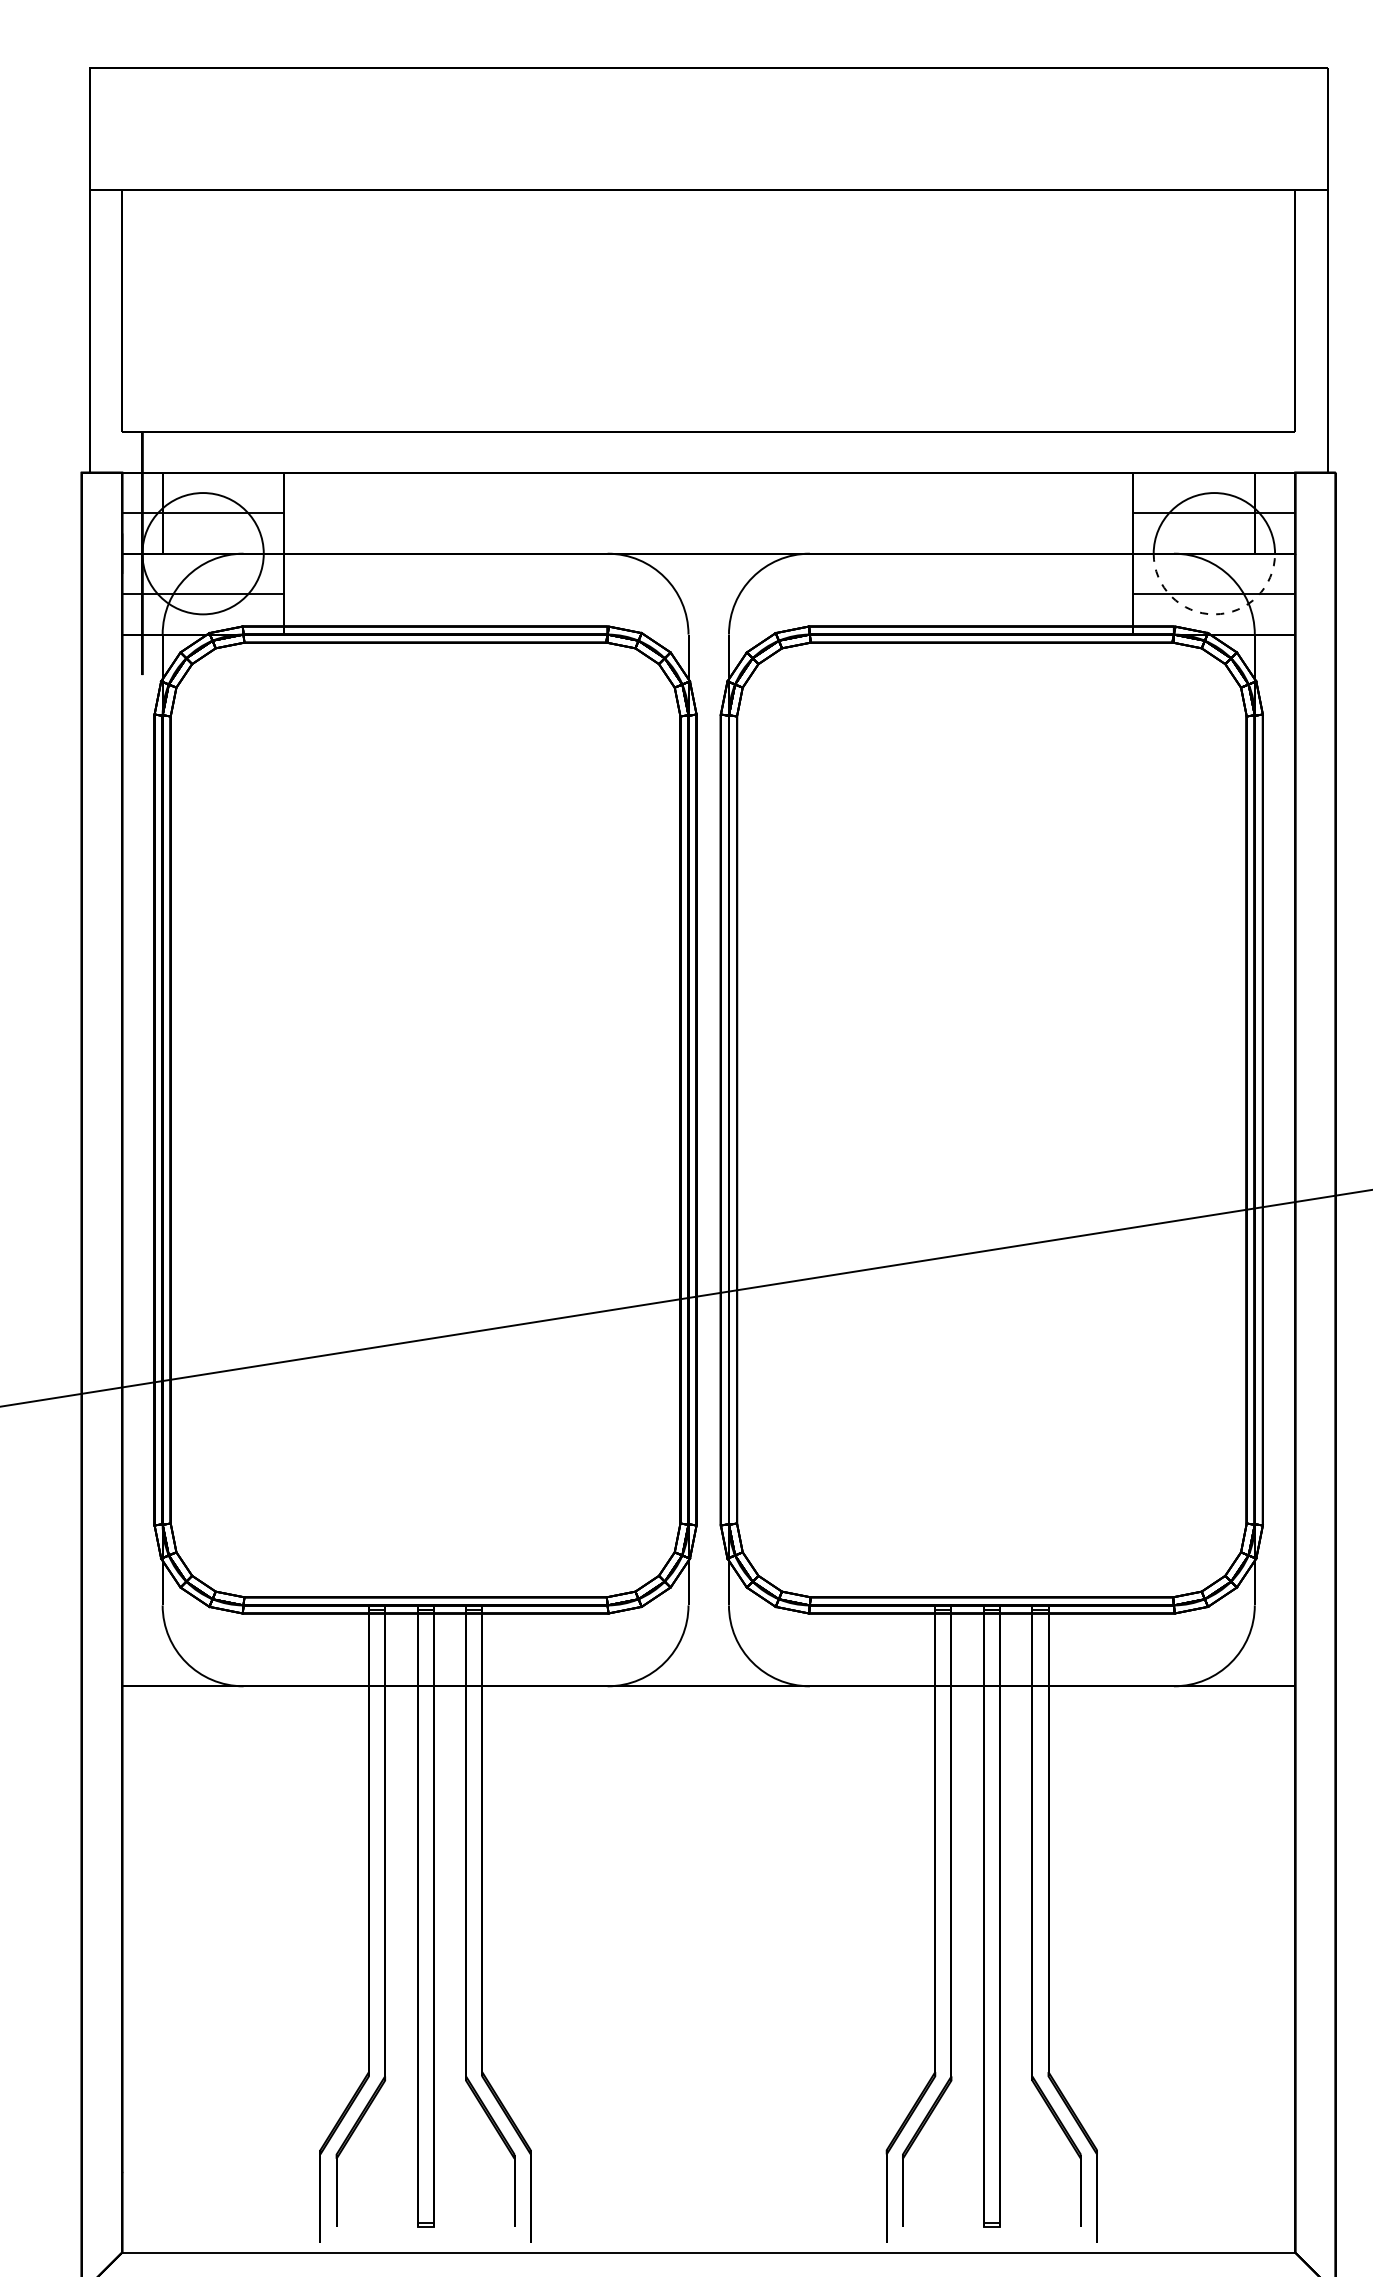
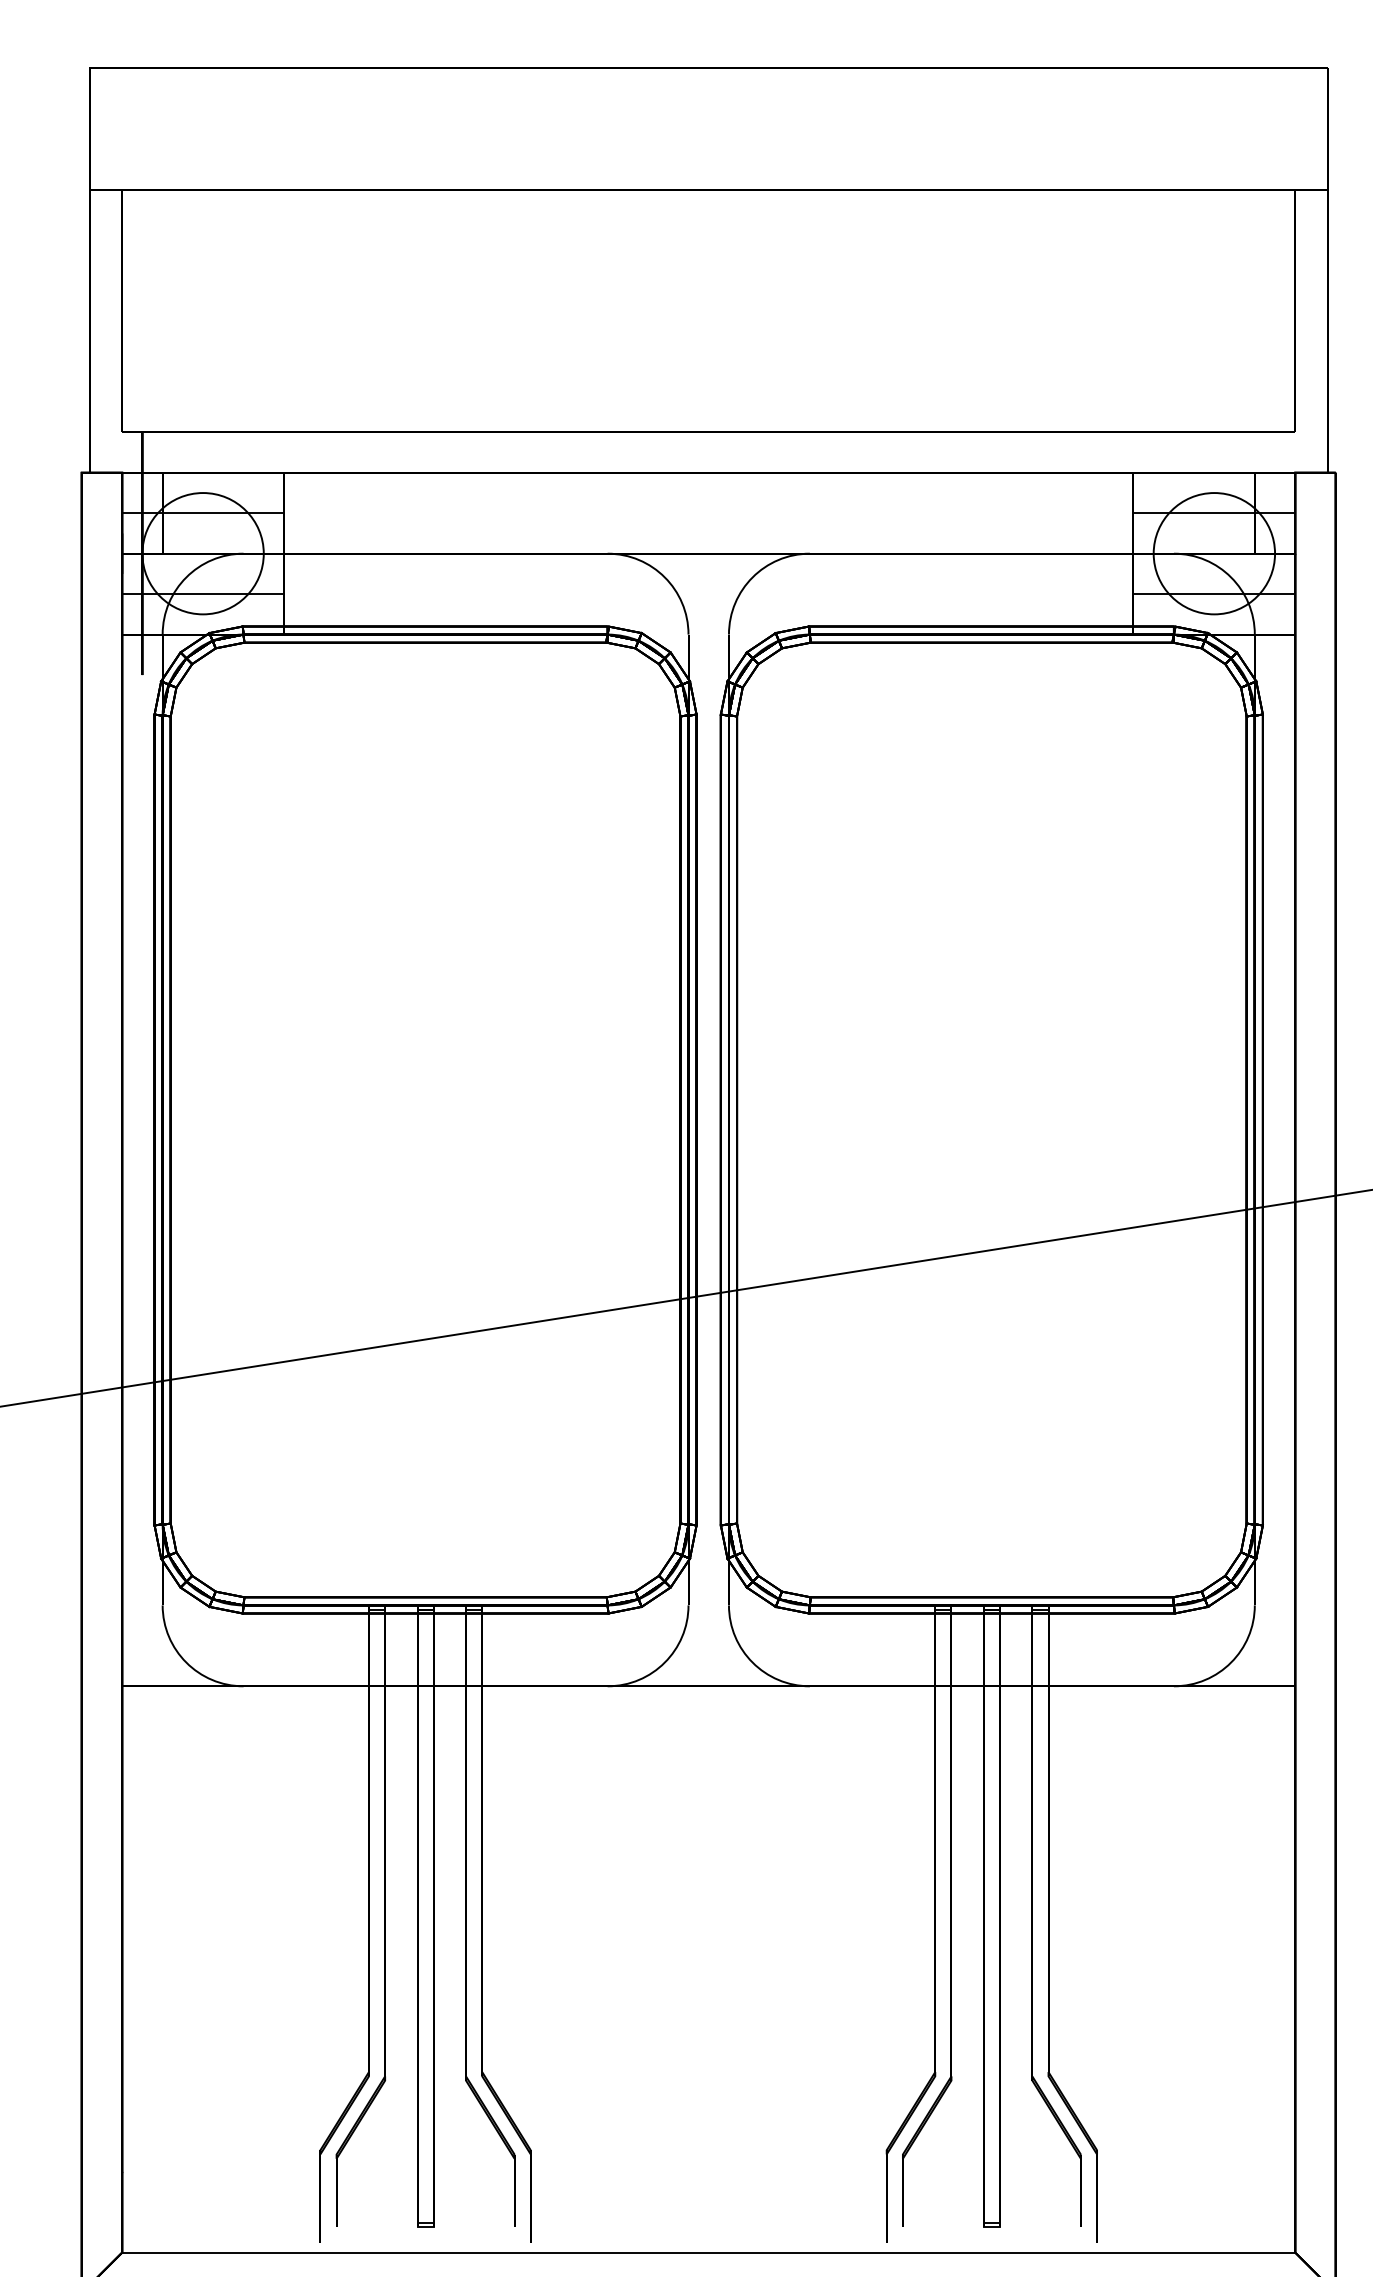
arc at (1214, 614): dashed -> solid
